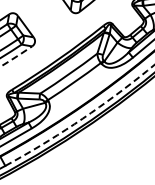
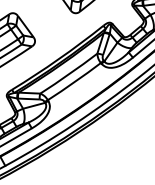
arc at (16, 56): dashed -> solid
arc at (82, 118): dashed -> solid
